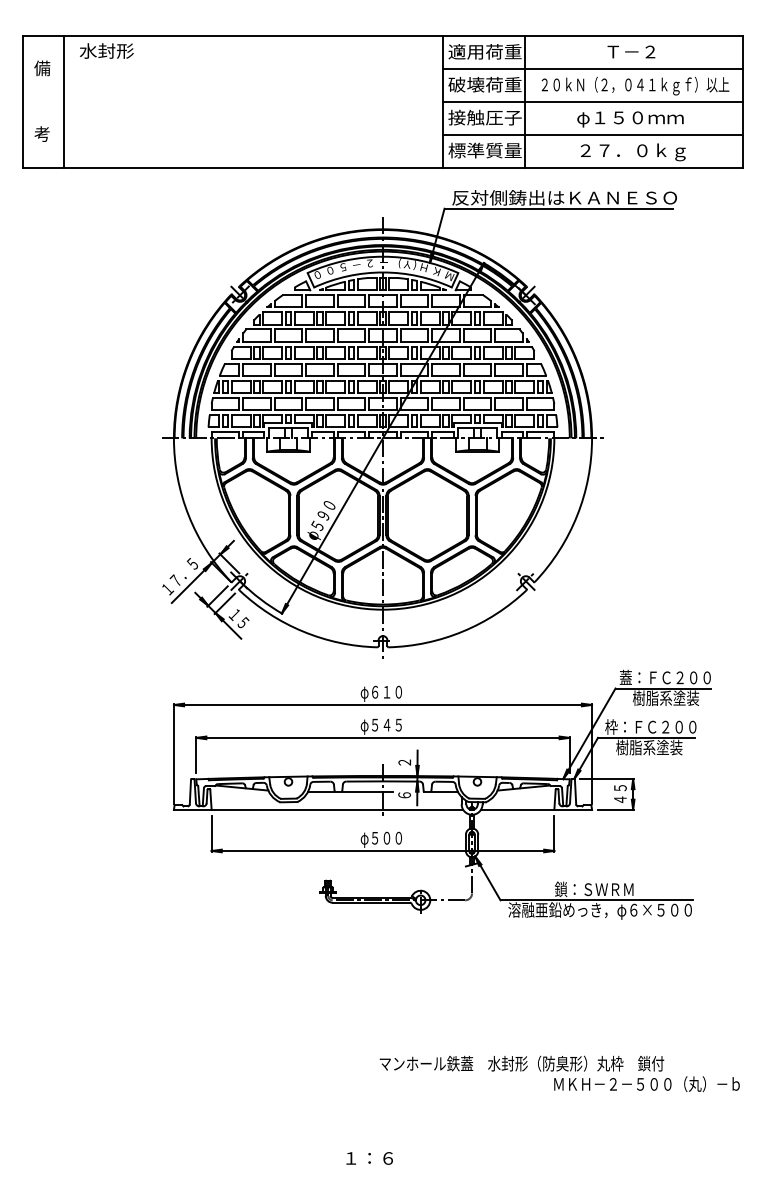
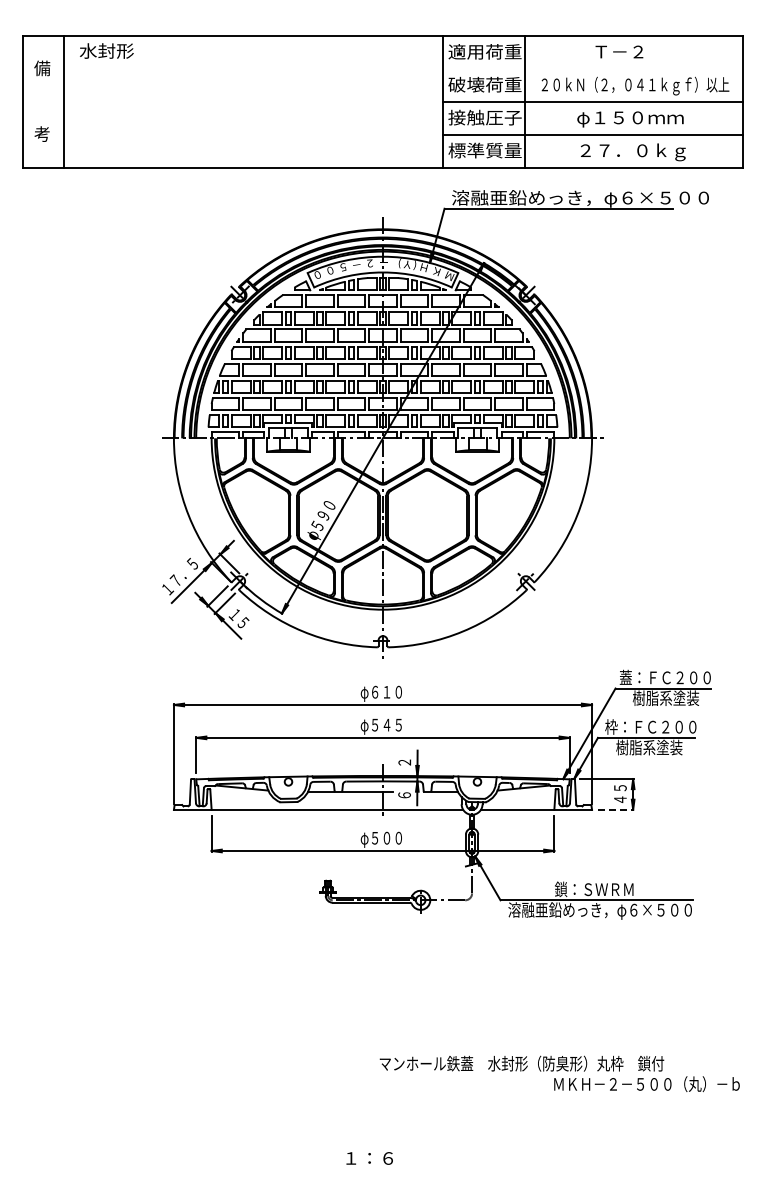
text at (631, 51) position: (631, 51) -> (619, 51)
line at (592, 68): present -> none
text at (580, 198): 反対側鋳出はＫＡＮＥＳＯ -> 溶融亜鉛めっき，φ６×５００
line at (616, 809): solid -> dashed
